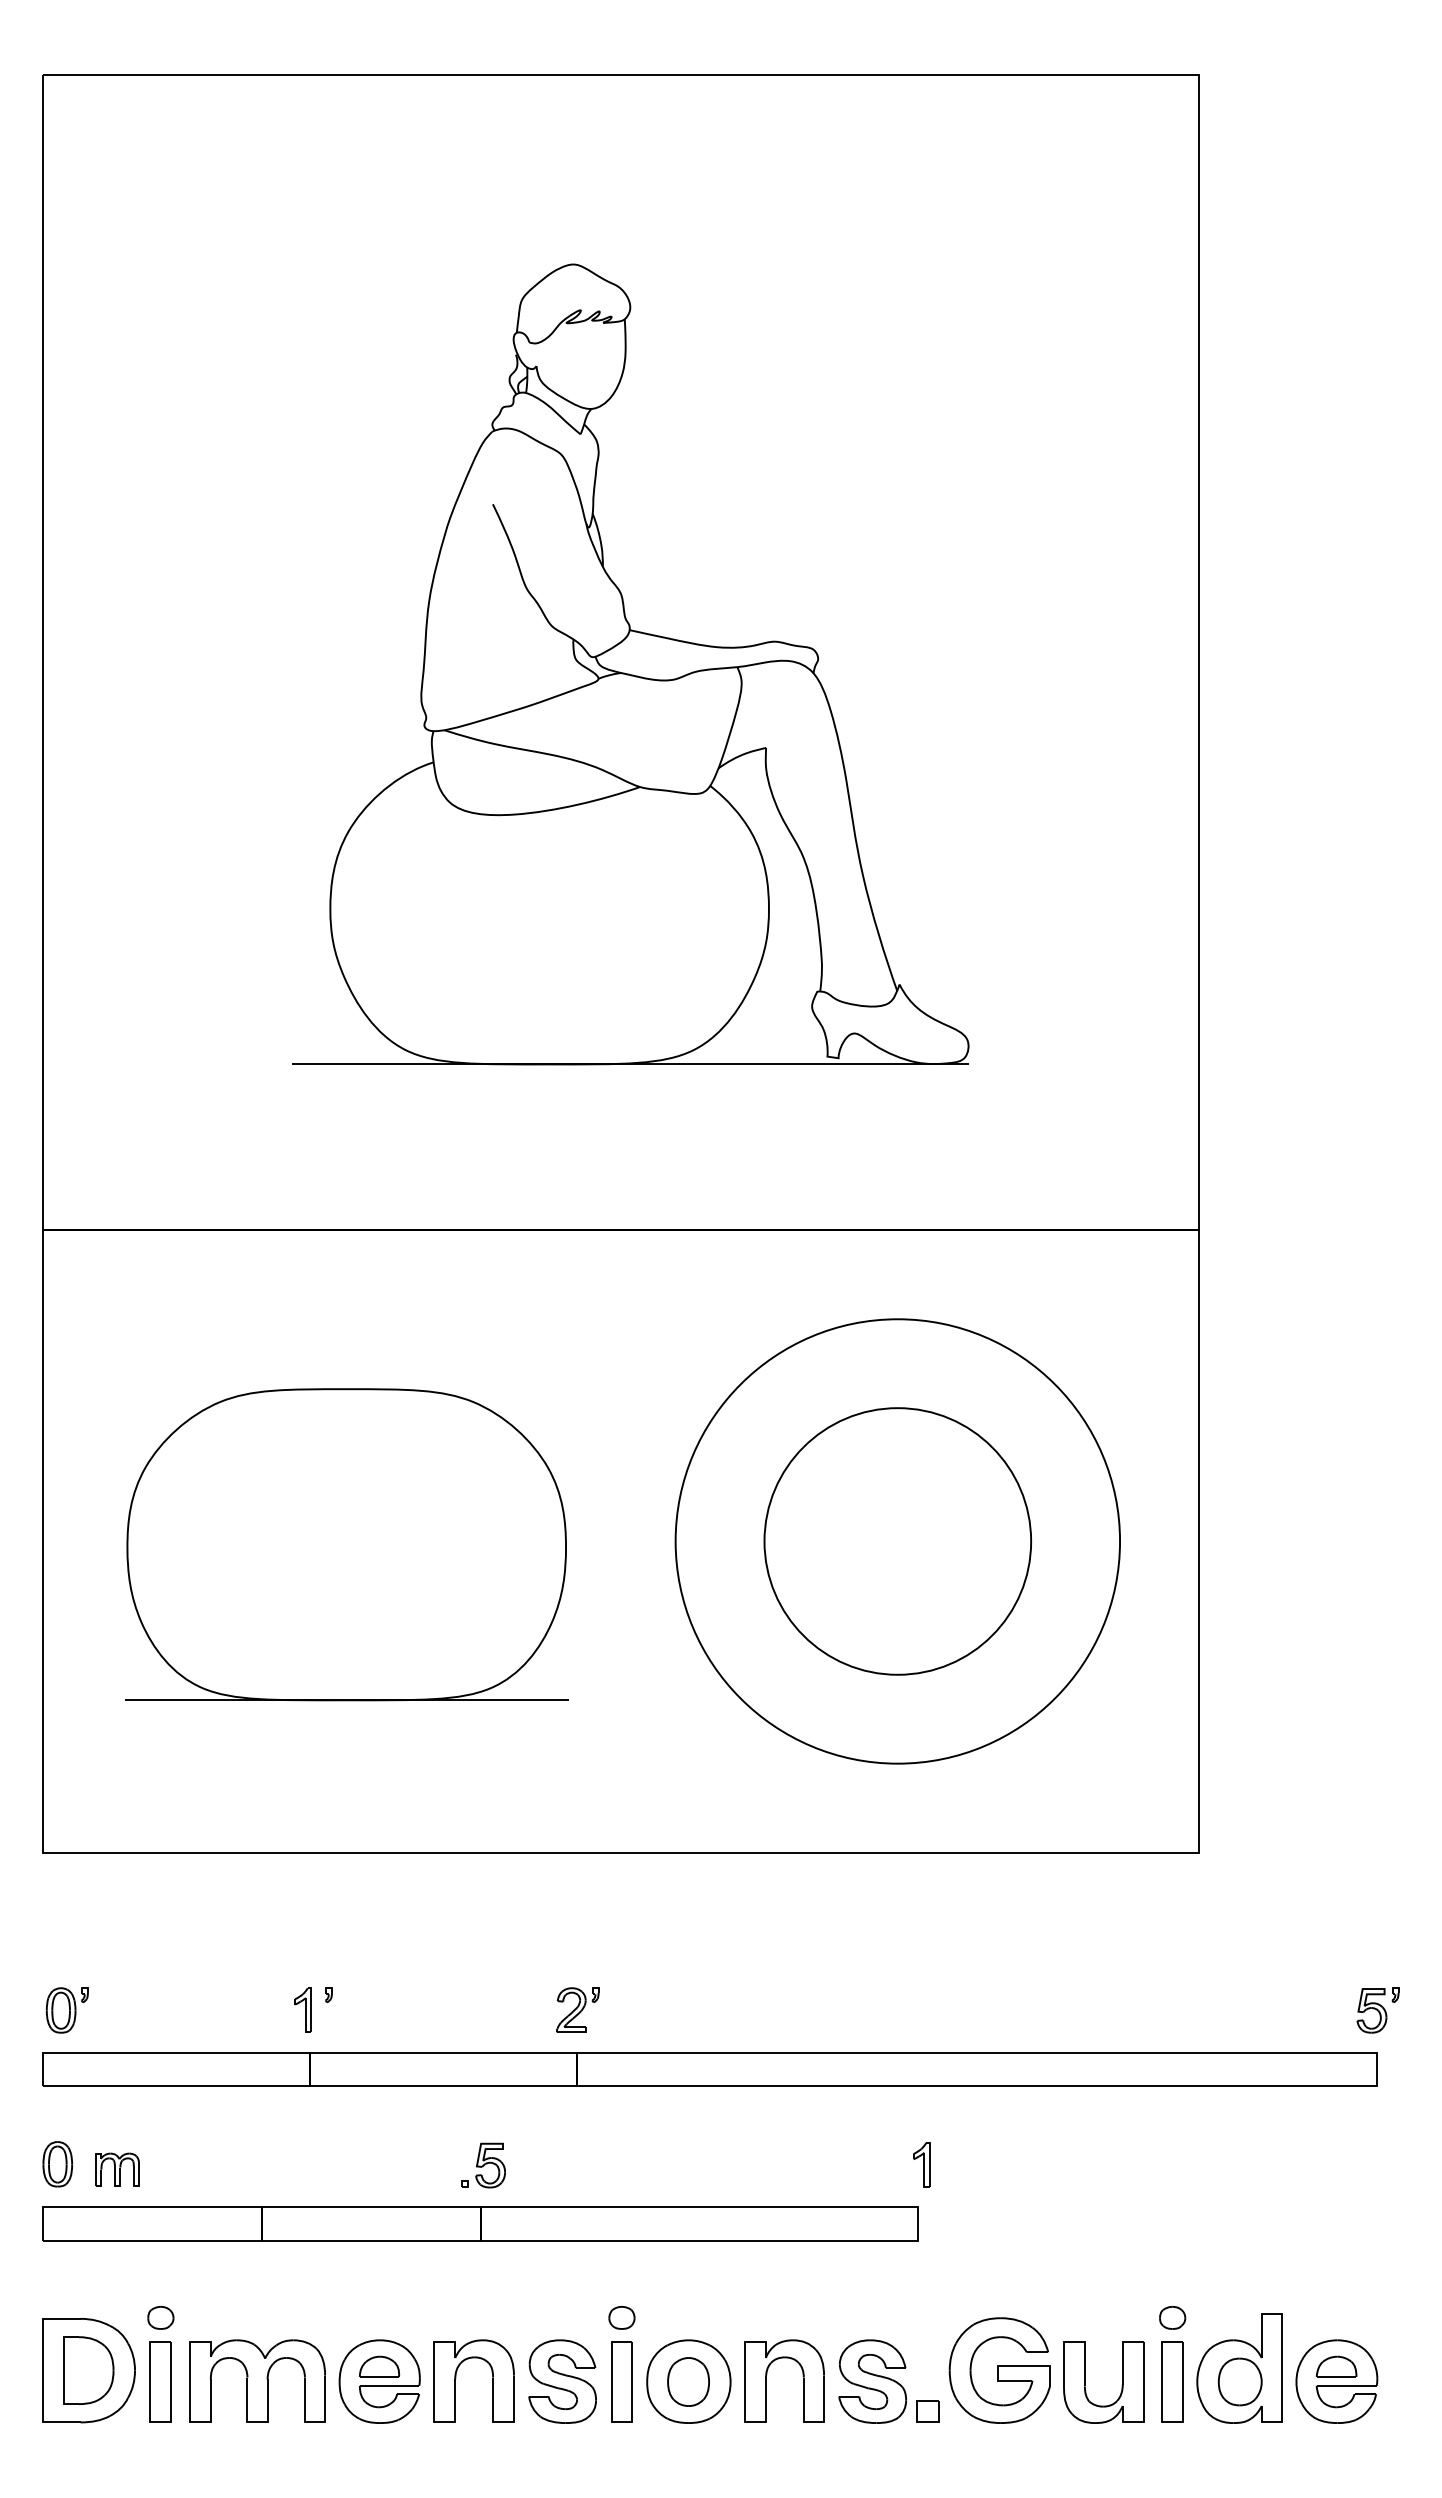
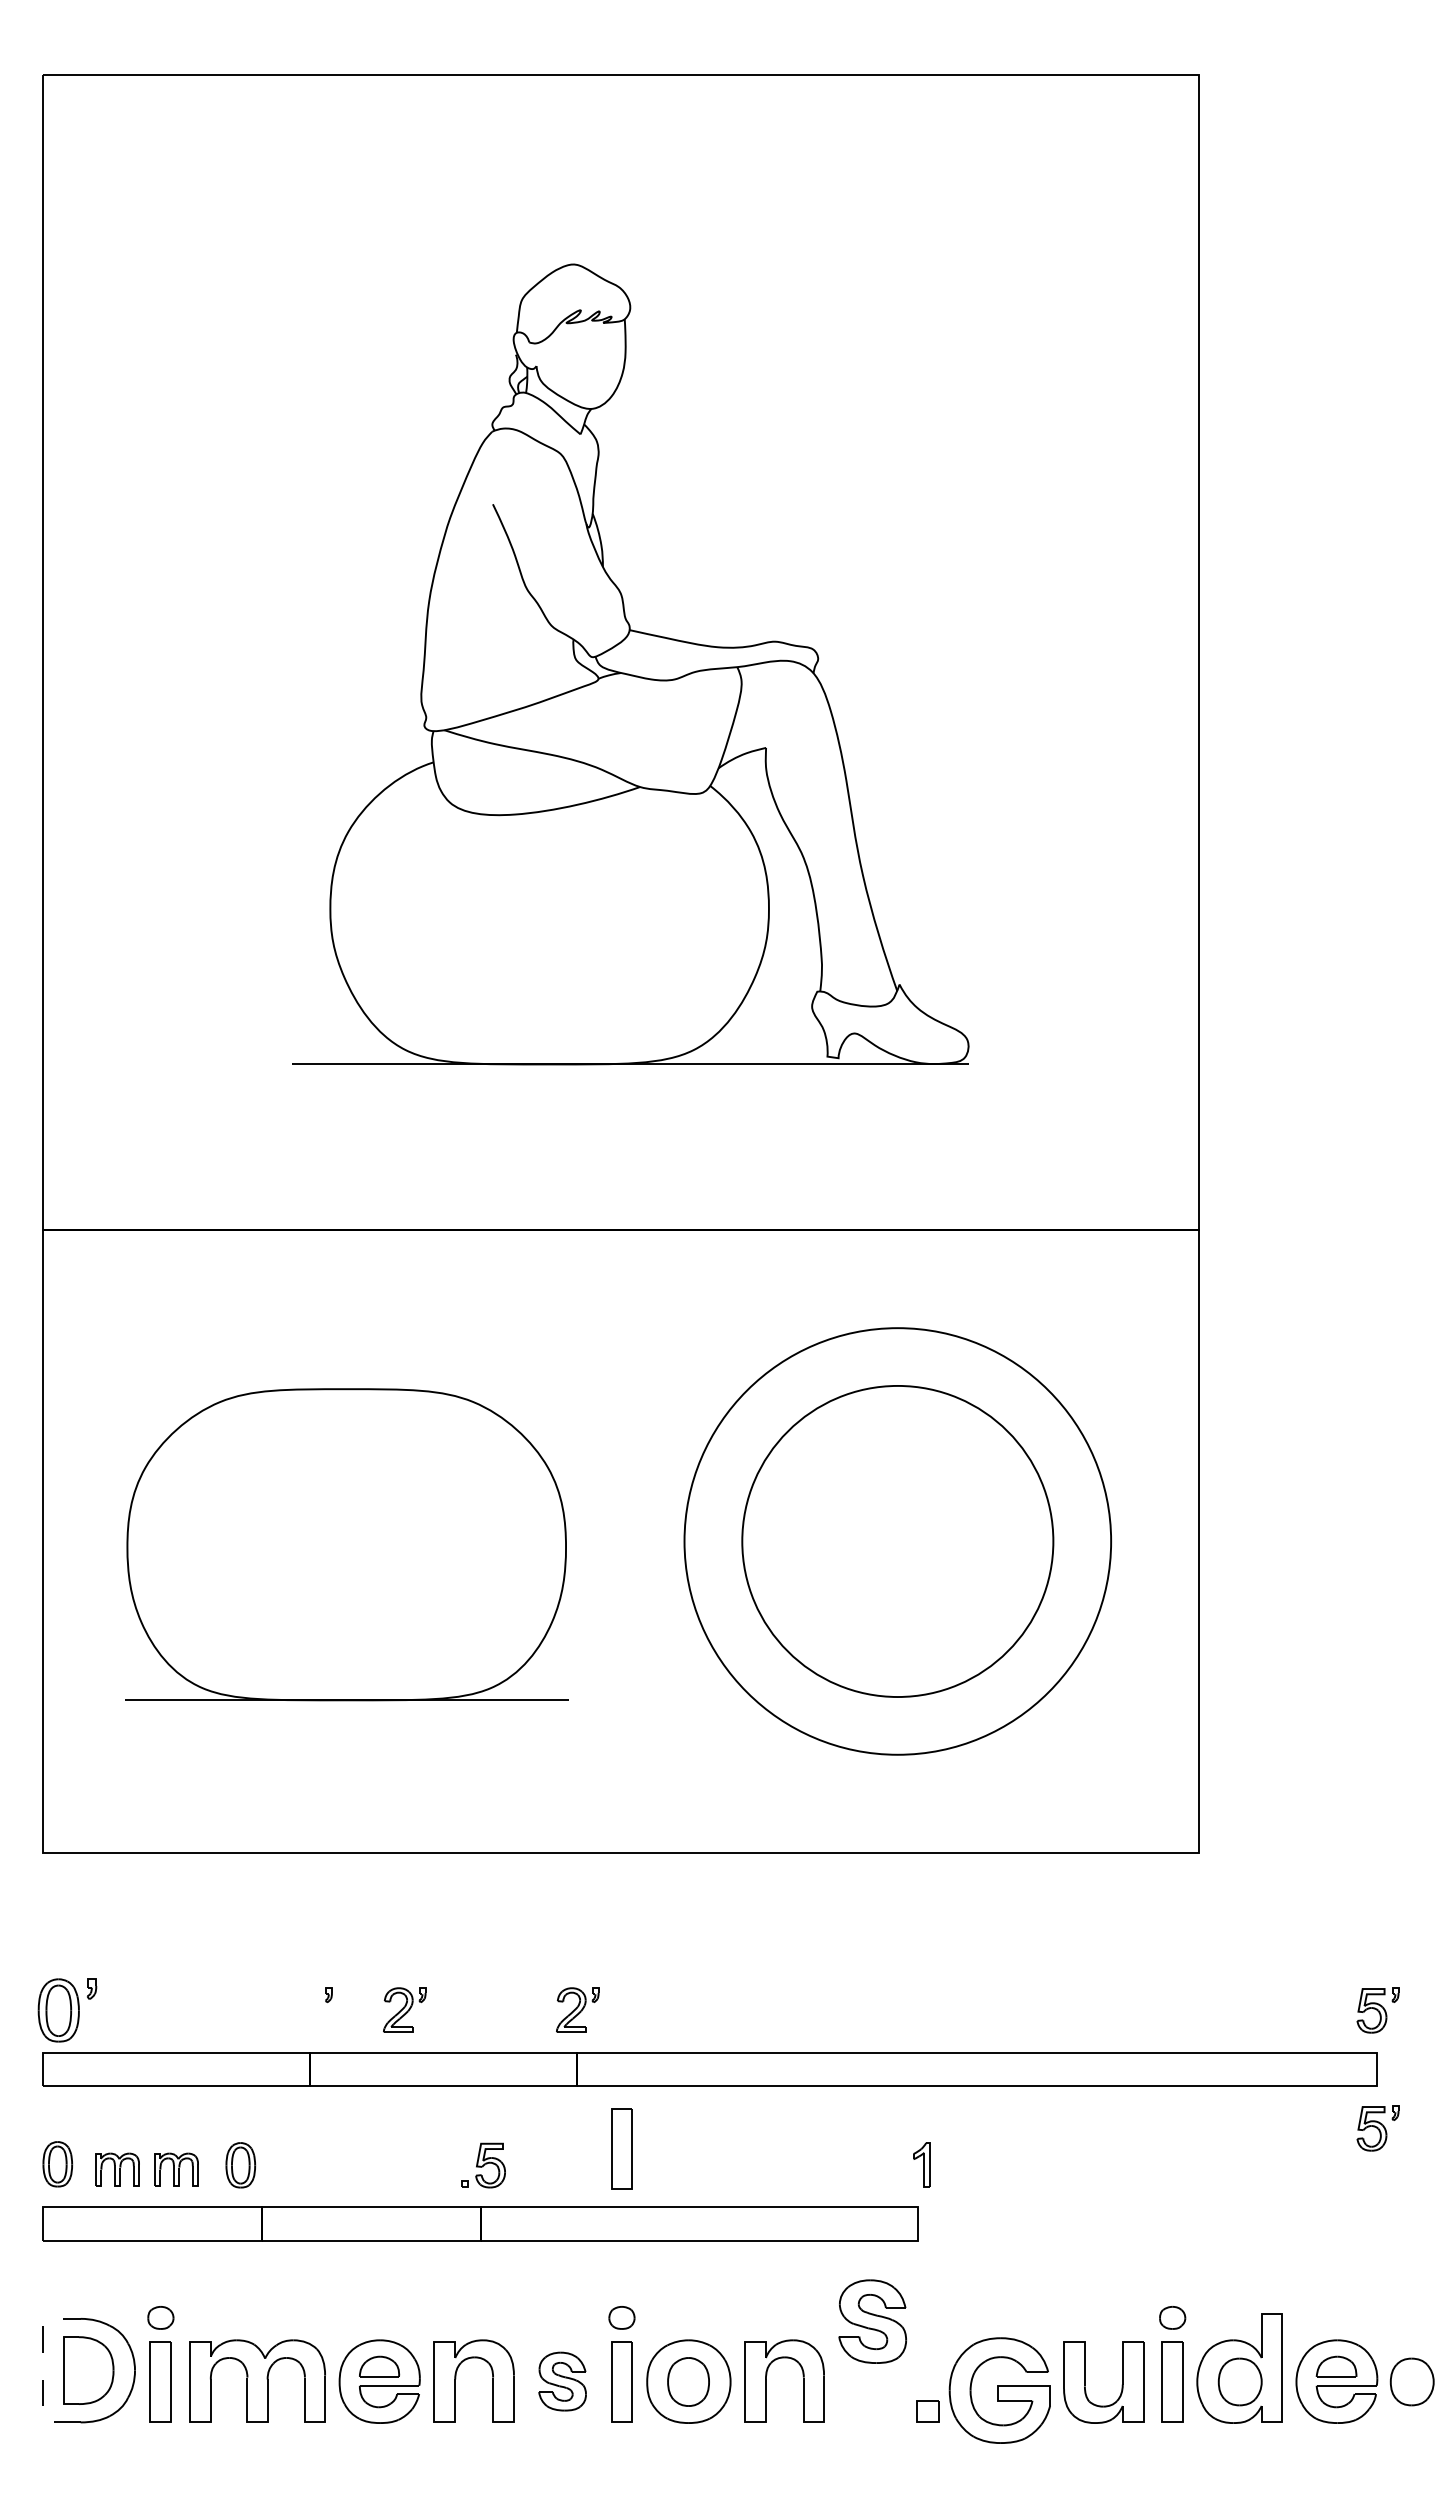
circle at (897, 1541) diameter: 267 px -> 427 px
circle at (897, 1541) diameter: 444 px -> 311 px
part at (302, 2009): present -> none
part at (404, 2009): none -> present
part at (66, 2010) size: 44x47 px -> 61x65 px
part at (1377, 2128): none -> present
part at (621, 2148): none -> present
part at (240, 2165): none -> present
part at (176, 2169): none -> present
line at (43, 2370): solid -> dashed
part at (999, 2370) position: (999, 2370) -> (999, 2390)
part at (562, 2381) size: 69x85 px -> 49x61 px
part at (872, 2381) position: (872, 2381) -> (872, 2321)
part at (1411, 2381): none -> present
